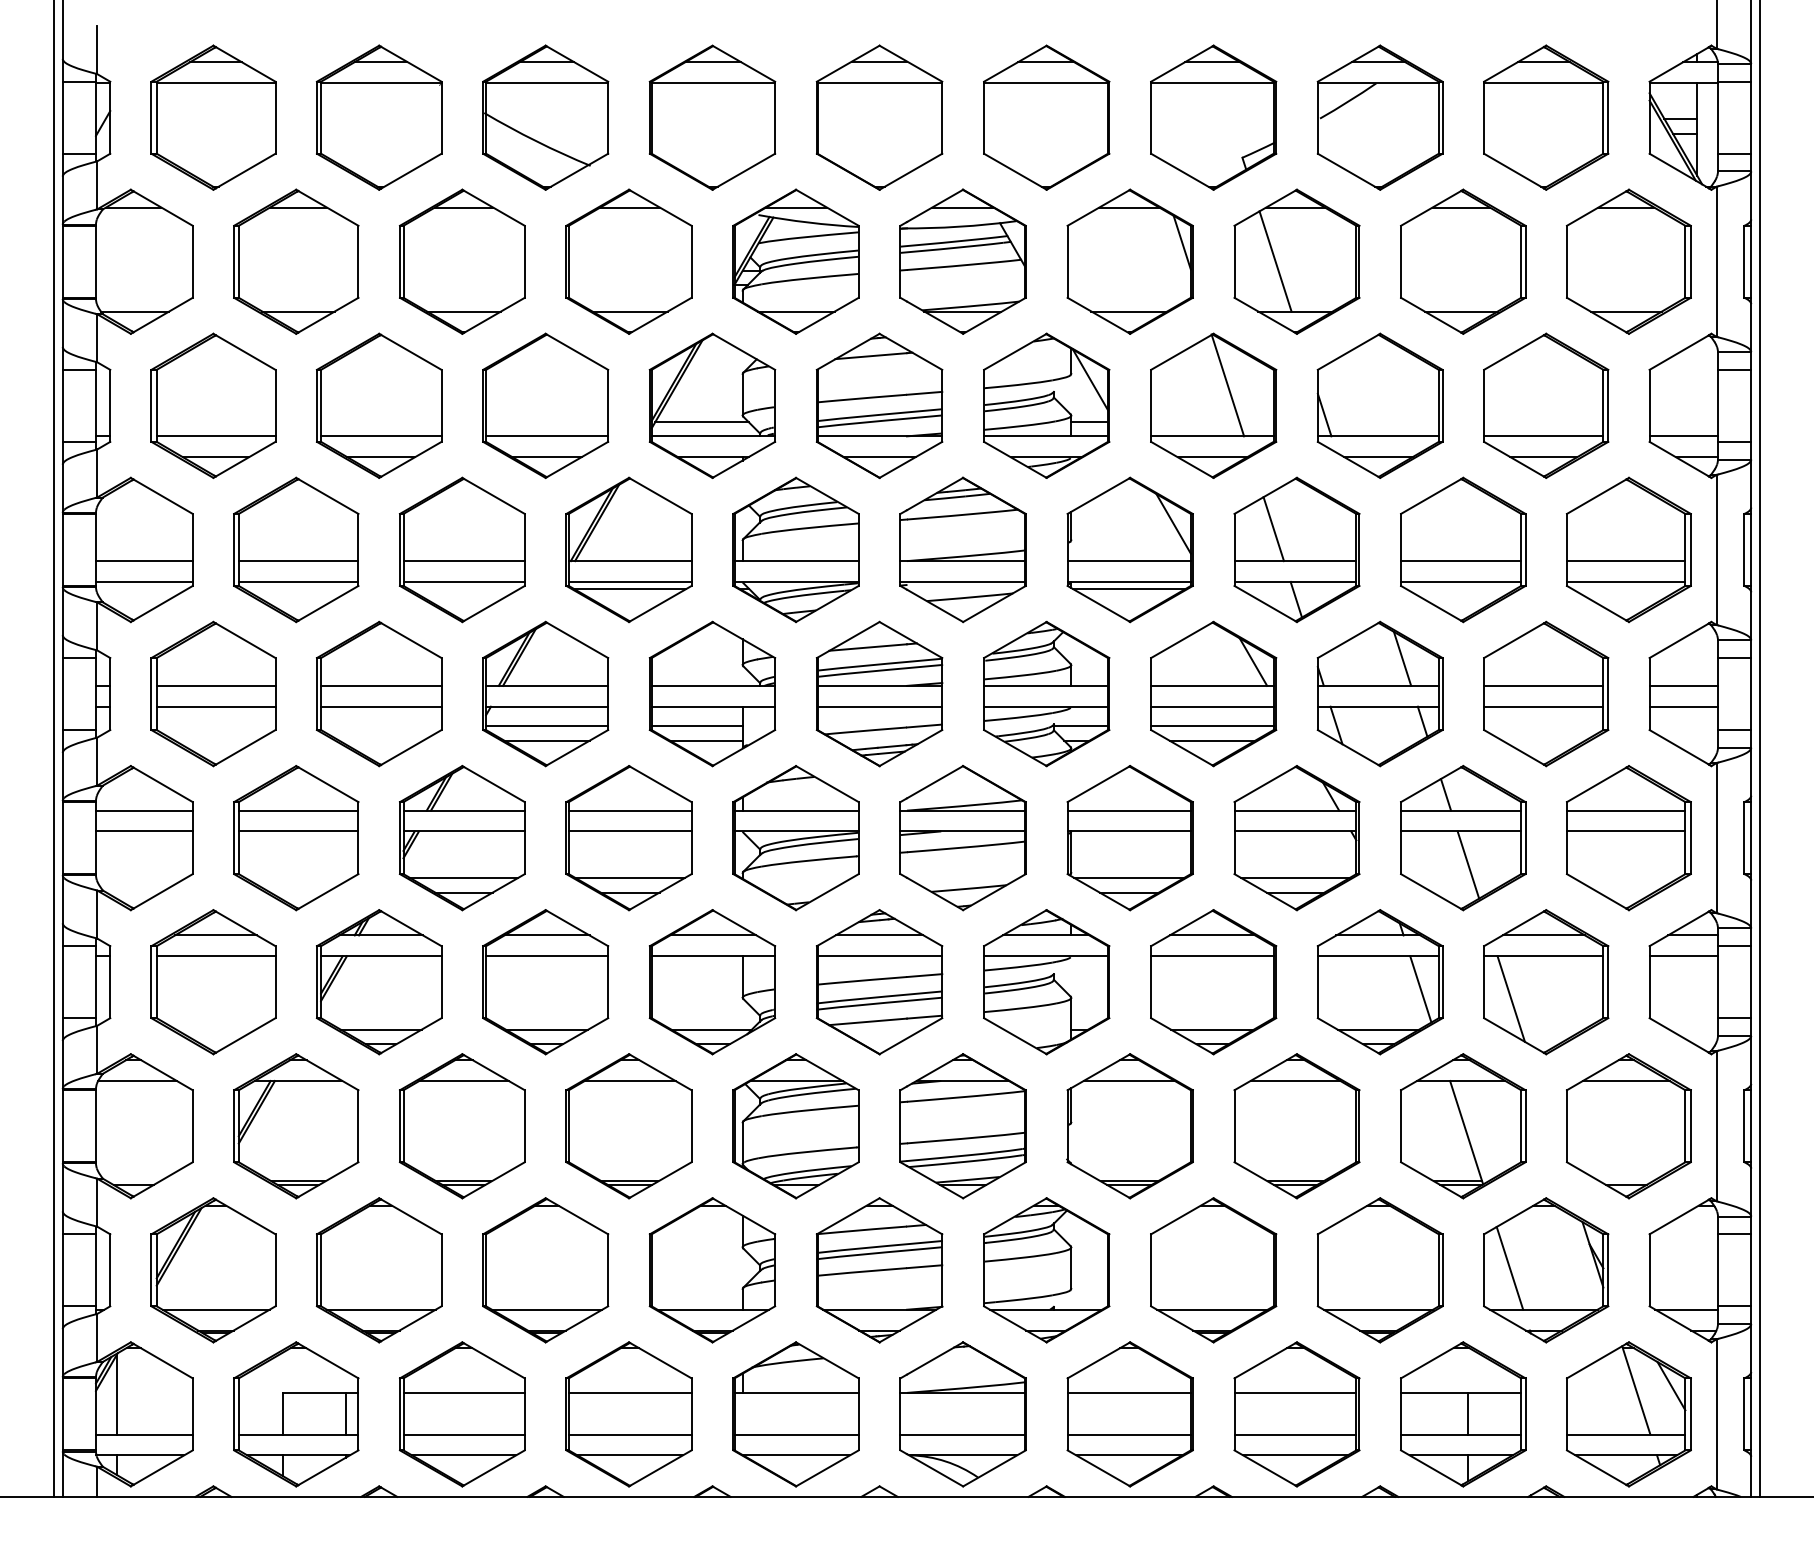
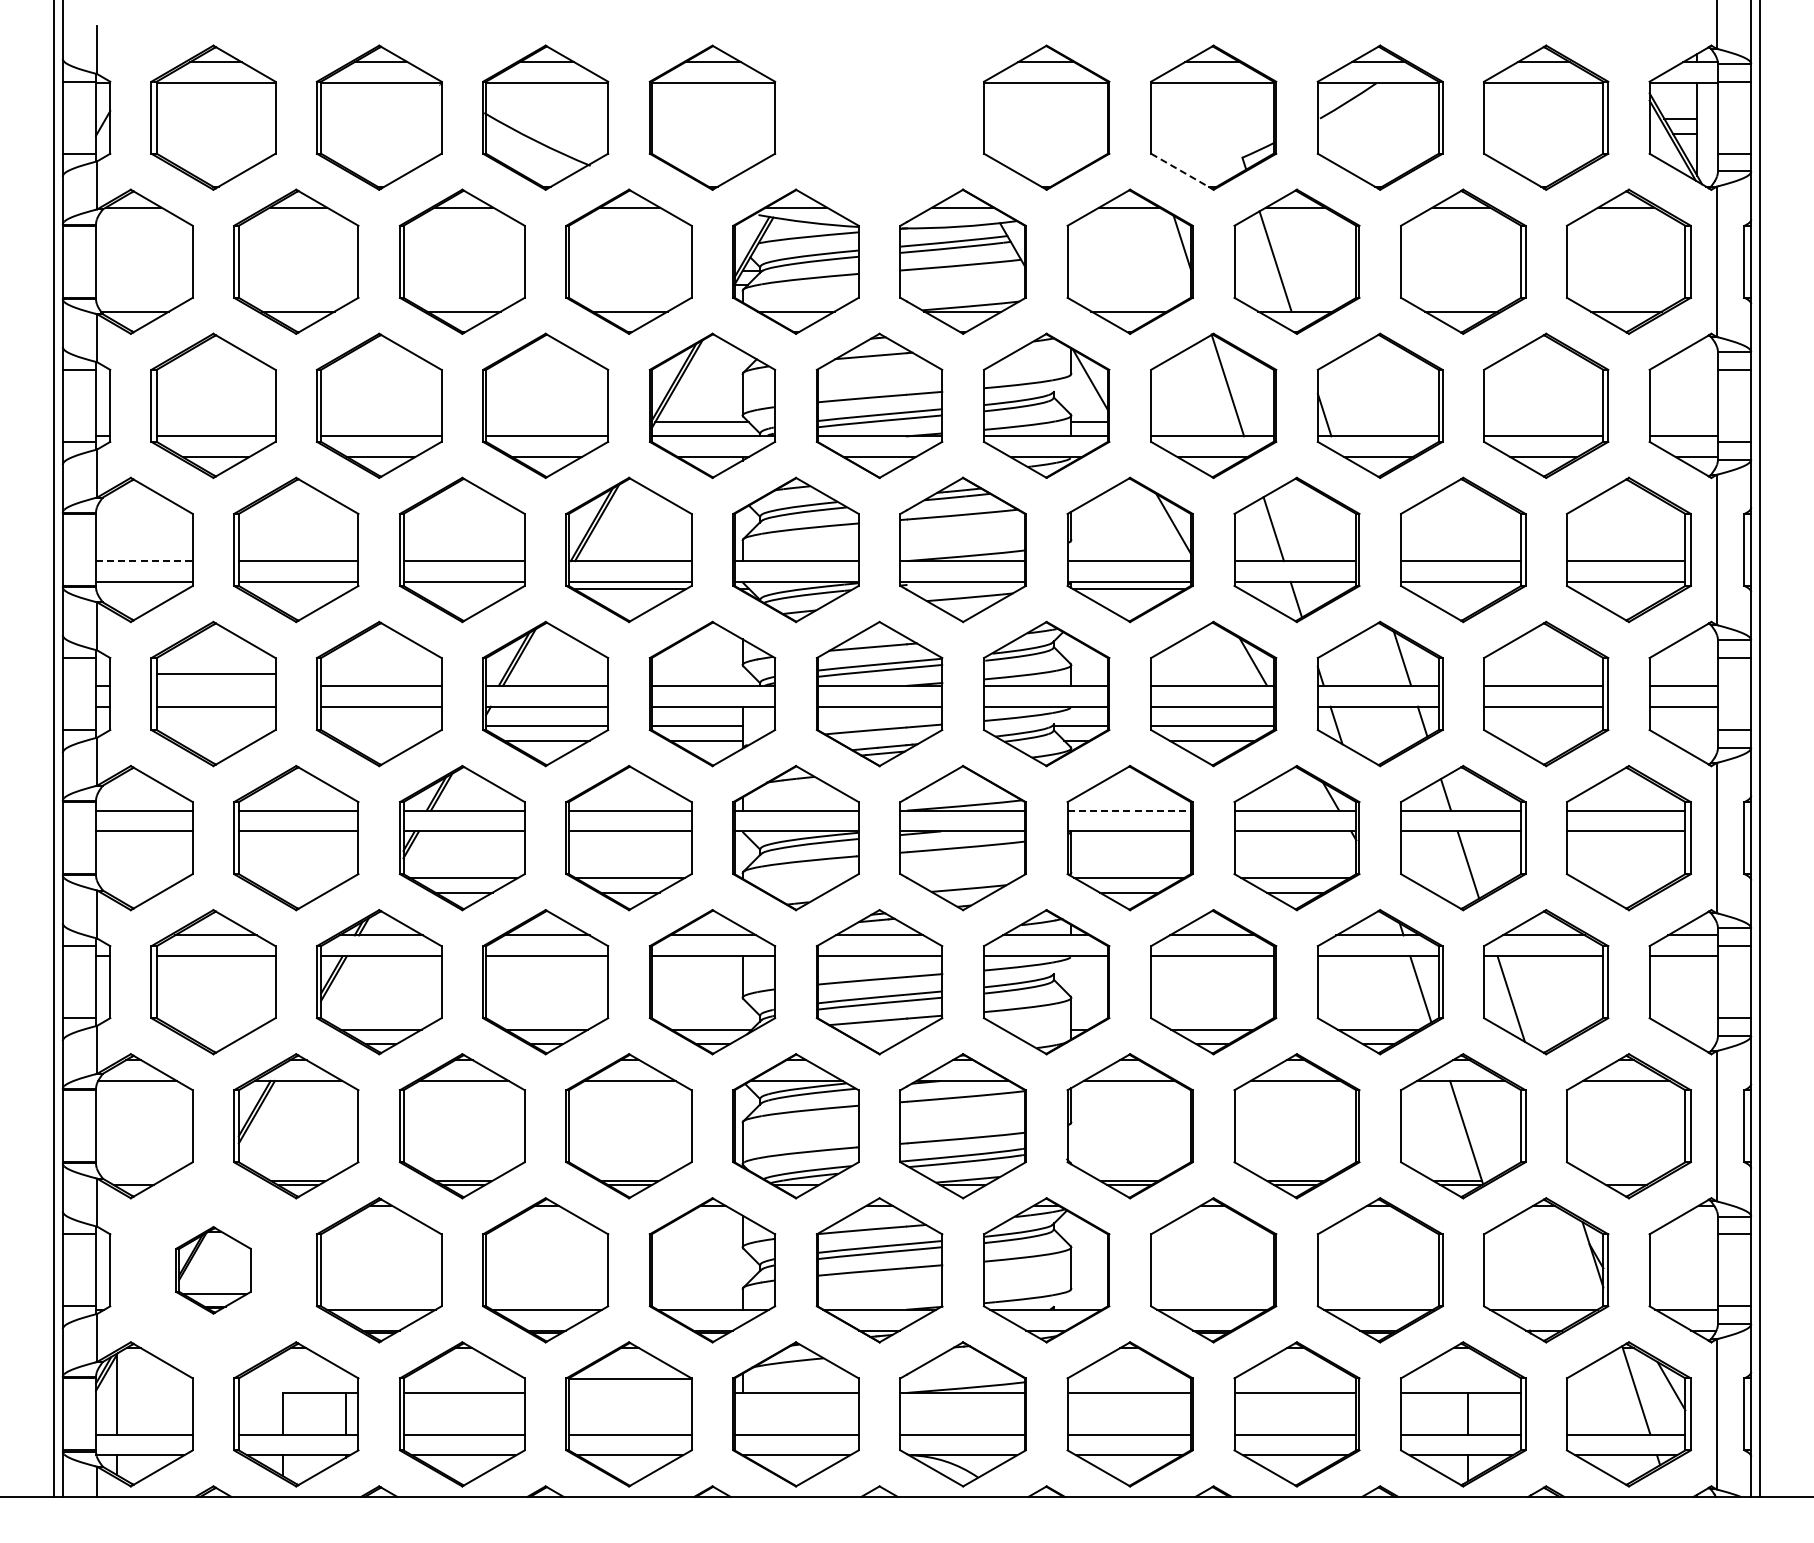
part at (879, 117): present -> none
line at (1182, 171): solid -> dashed
line at (144, 561): solid -> dashed
line at (215, 685) position: (215, 685) -> (215, 673)
line at (1129, 810): solid -> dashed
line at (1509, 1267): present -> none
part at (213, 1270) size: 127x147 px -> 77x89 px
line at (629, 1392) position: (629, 1392) -> (629, 1378)
